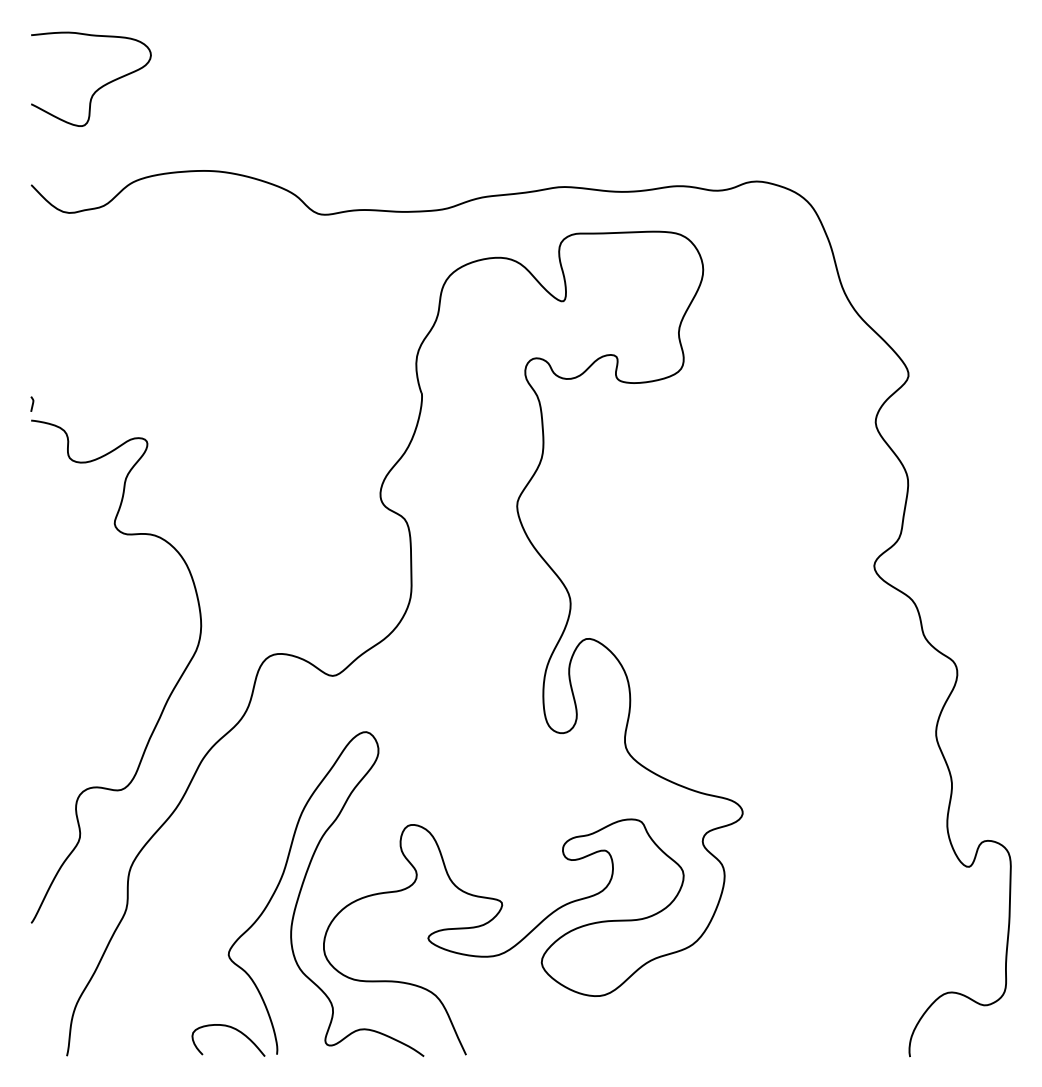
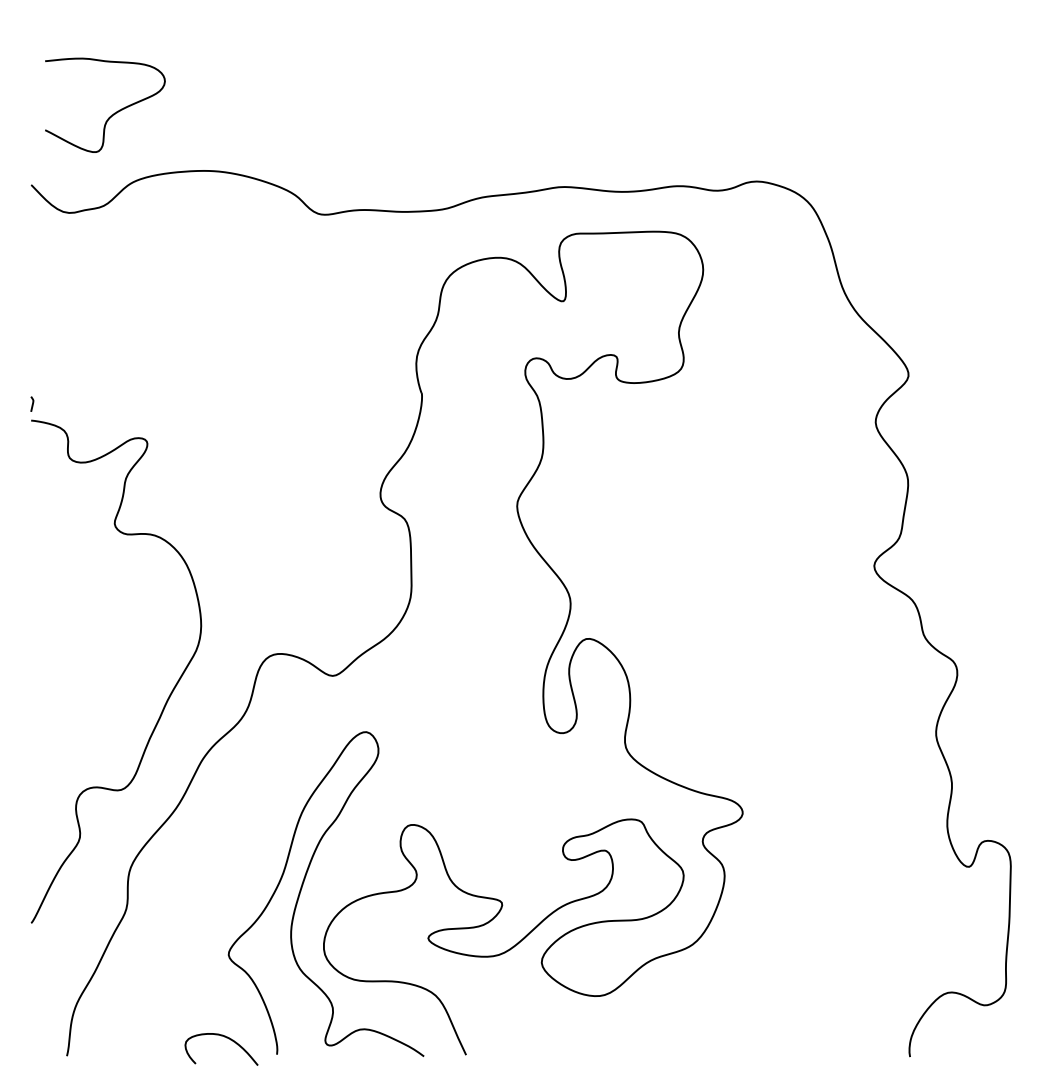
curve at (100, 86) position: (100, 86) -> (114, 112)
curve at (233, 1029) position: (233, 1029) -> (226, 1038)
